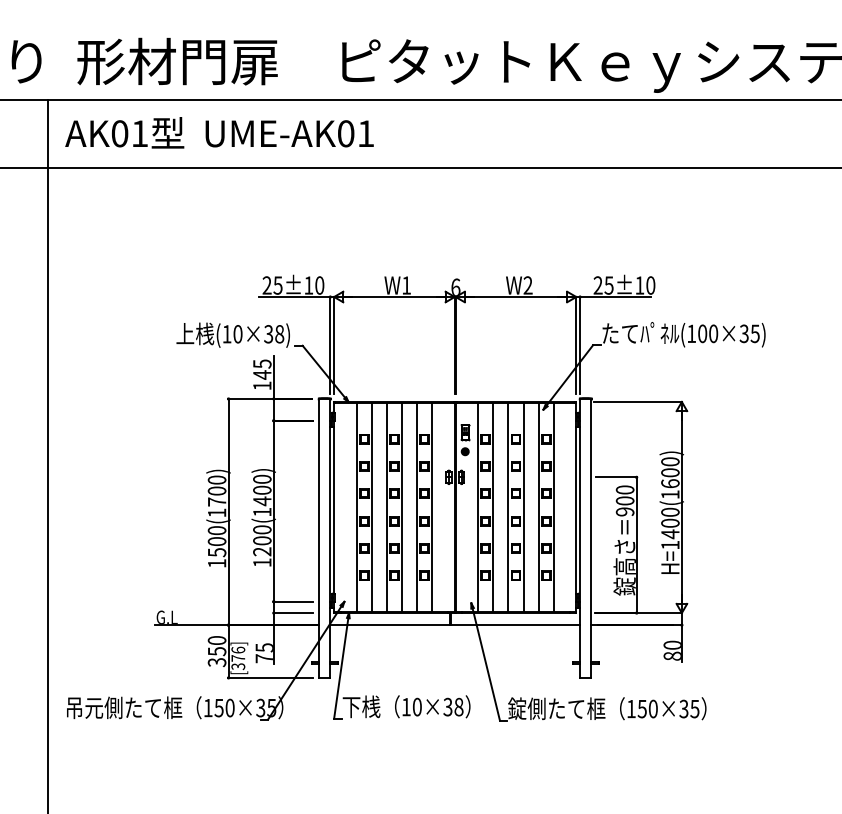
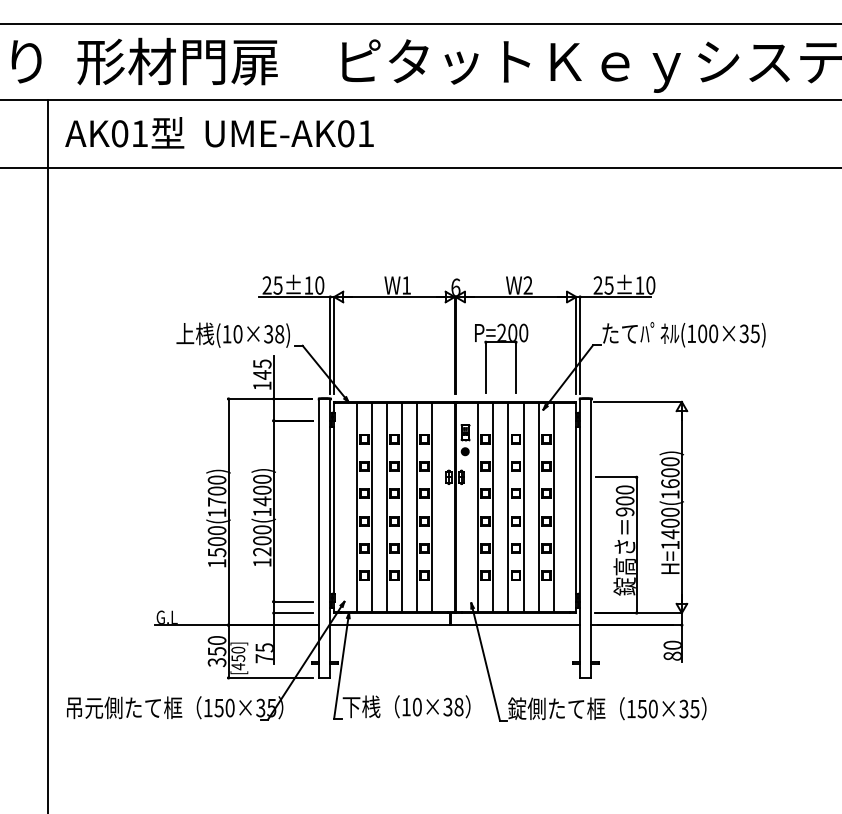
line at (420, 24): none -> present
part at (515, 358): none -> present
text at (238, 658): [376] -> [450]
